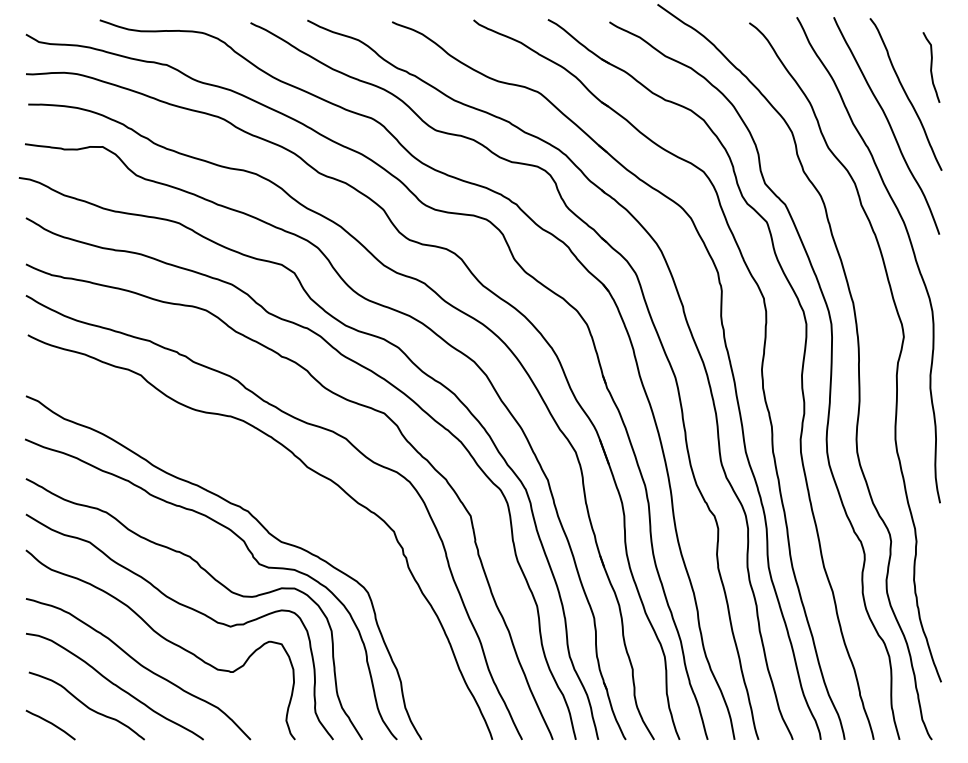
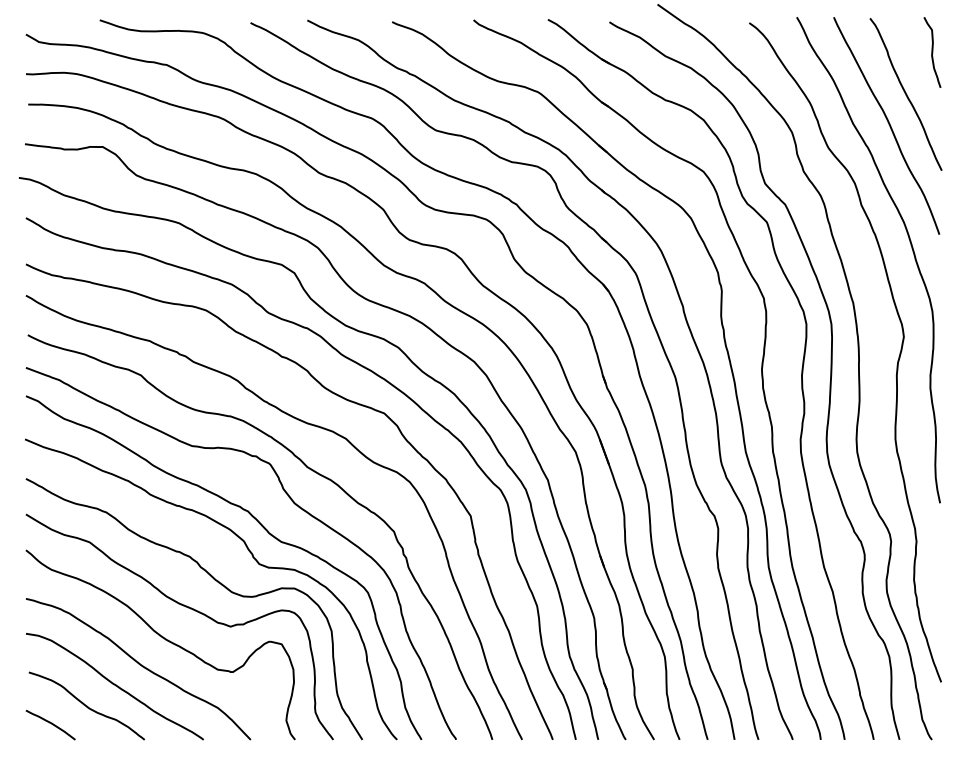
curve at (931, 67) position: (931, 67) -> (932, 52)
curve at (291, 501): none -> present
